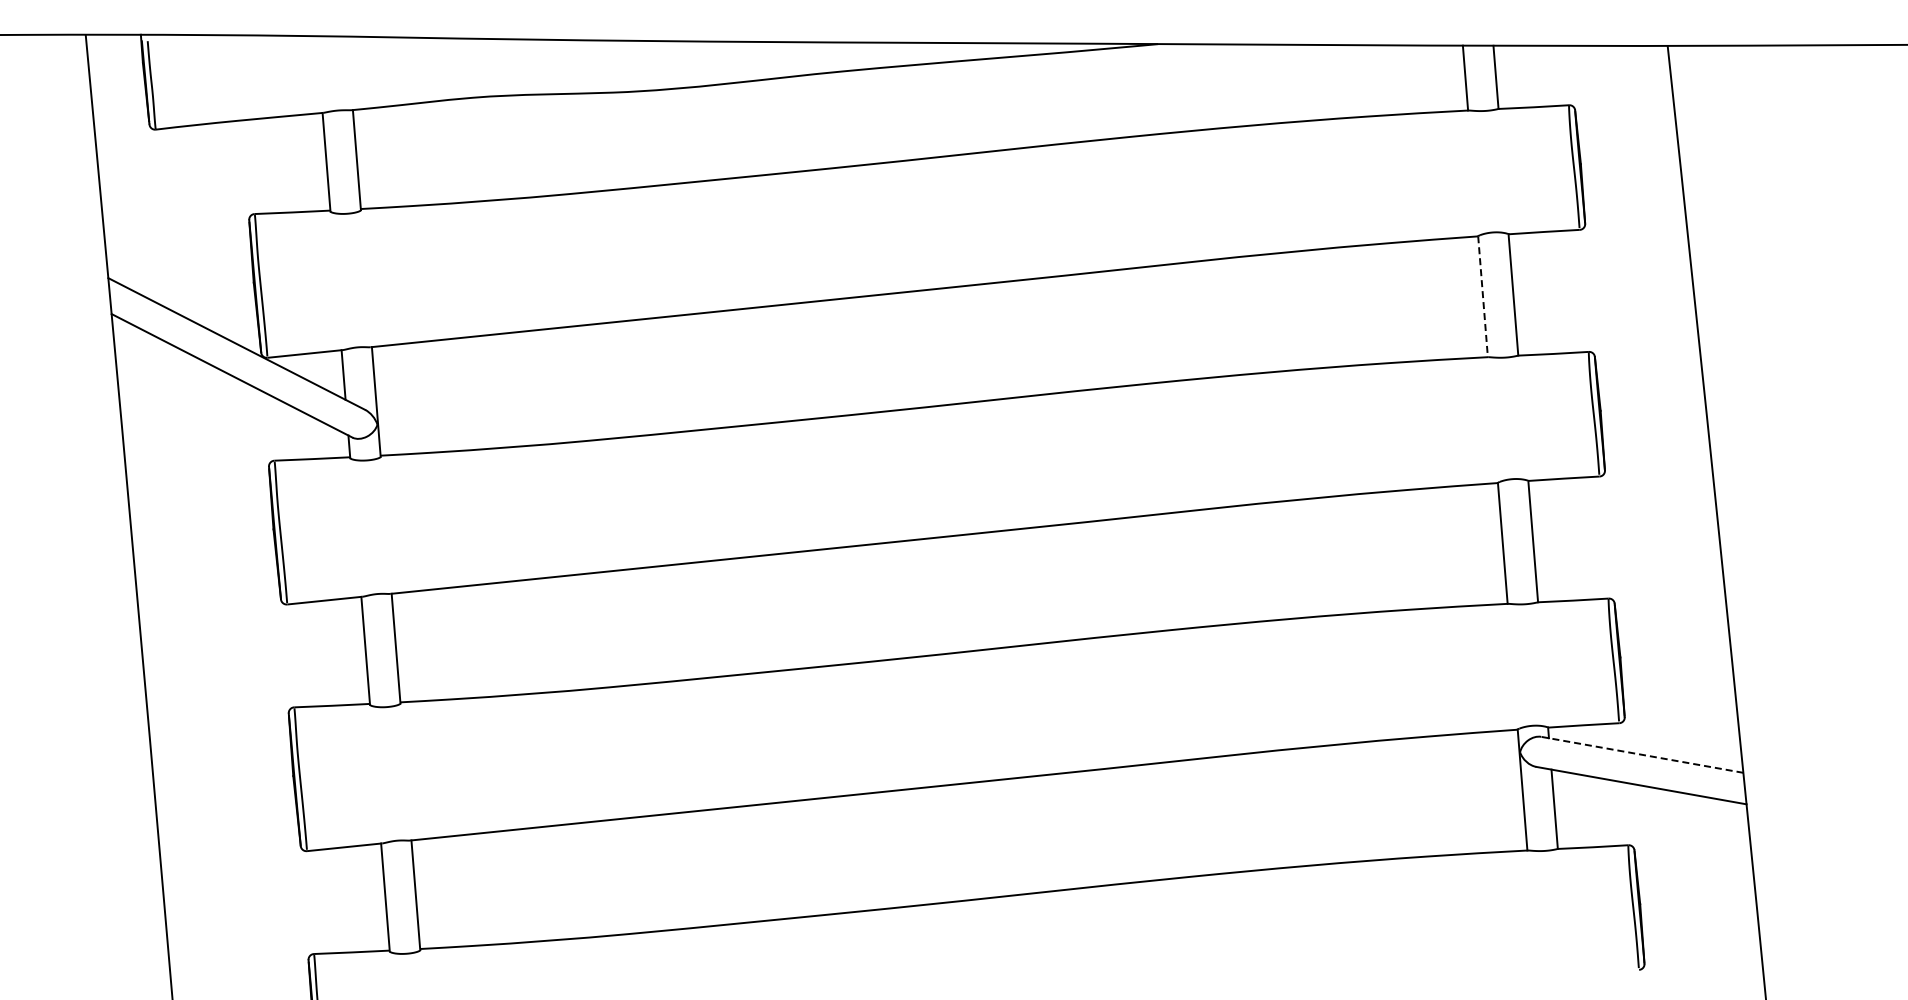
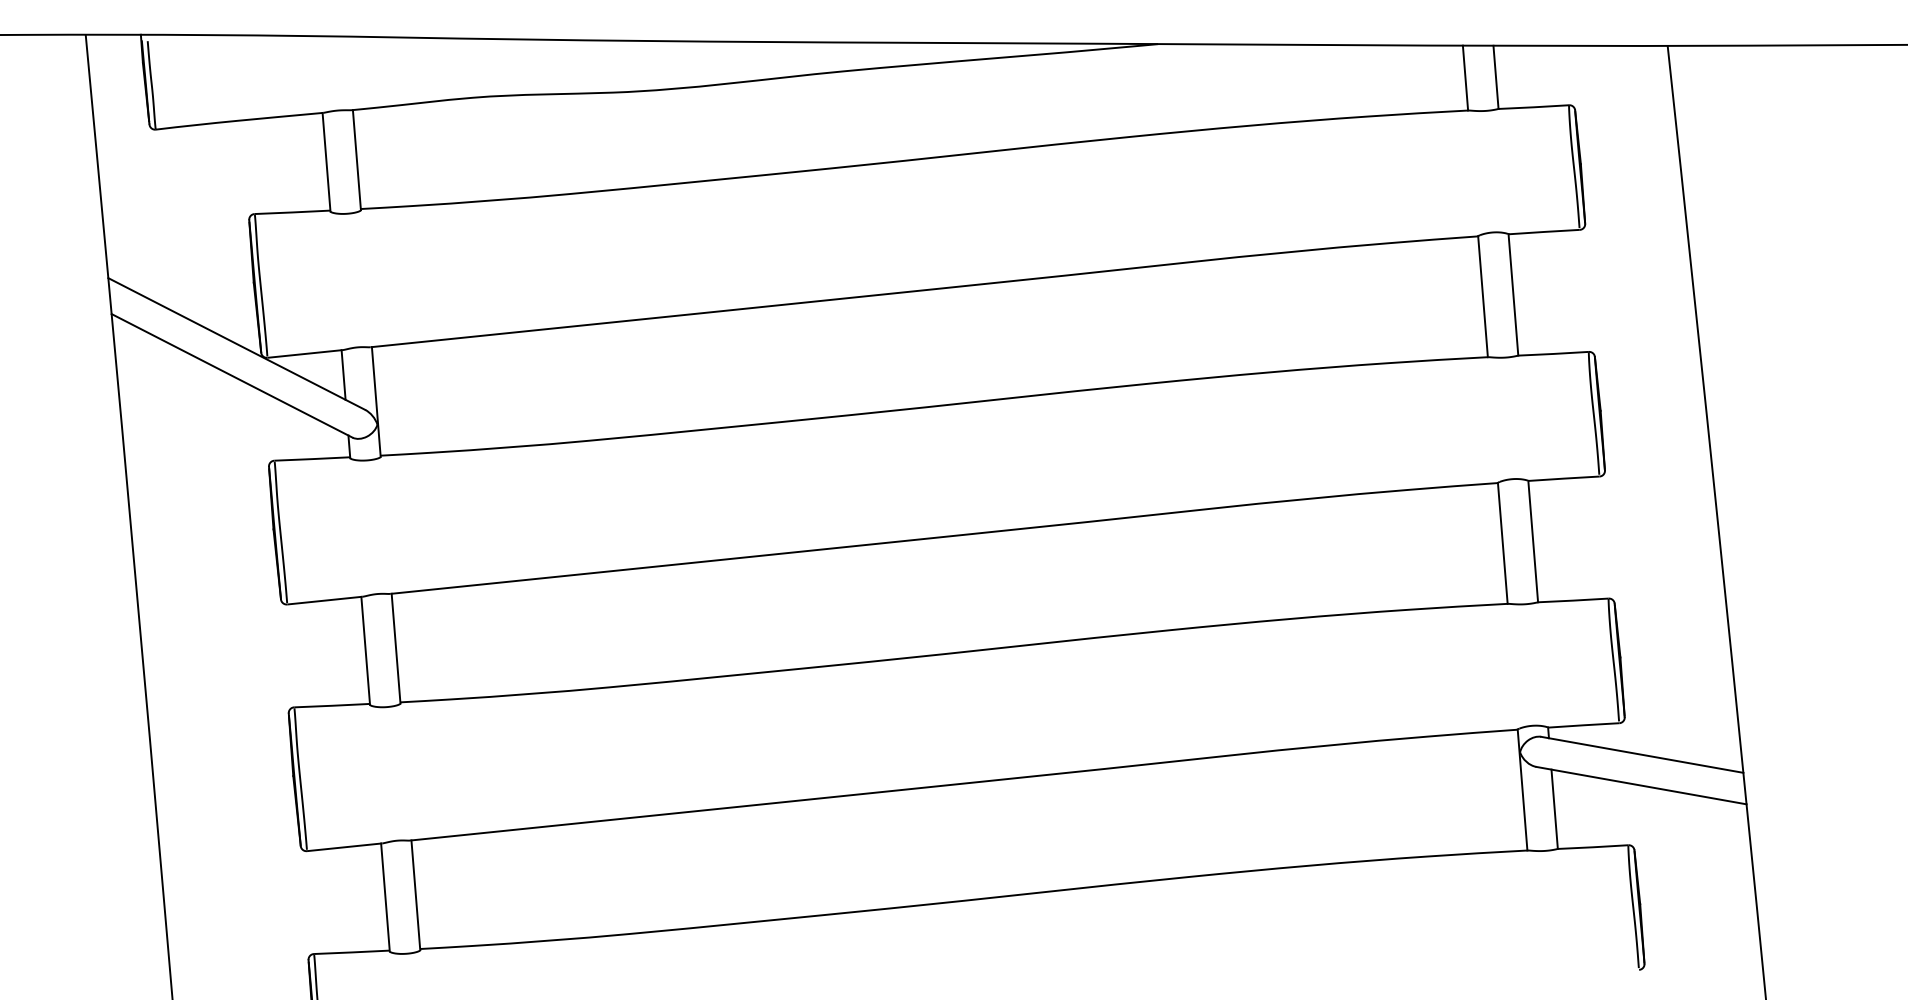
line at (1483, 296): dashed -> solid
line at (1642, 754): dashed -> solid
